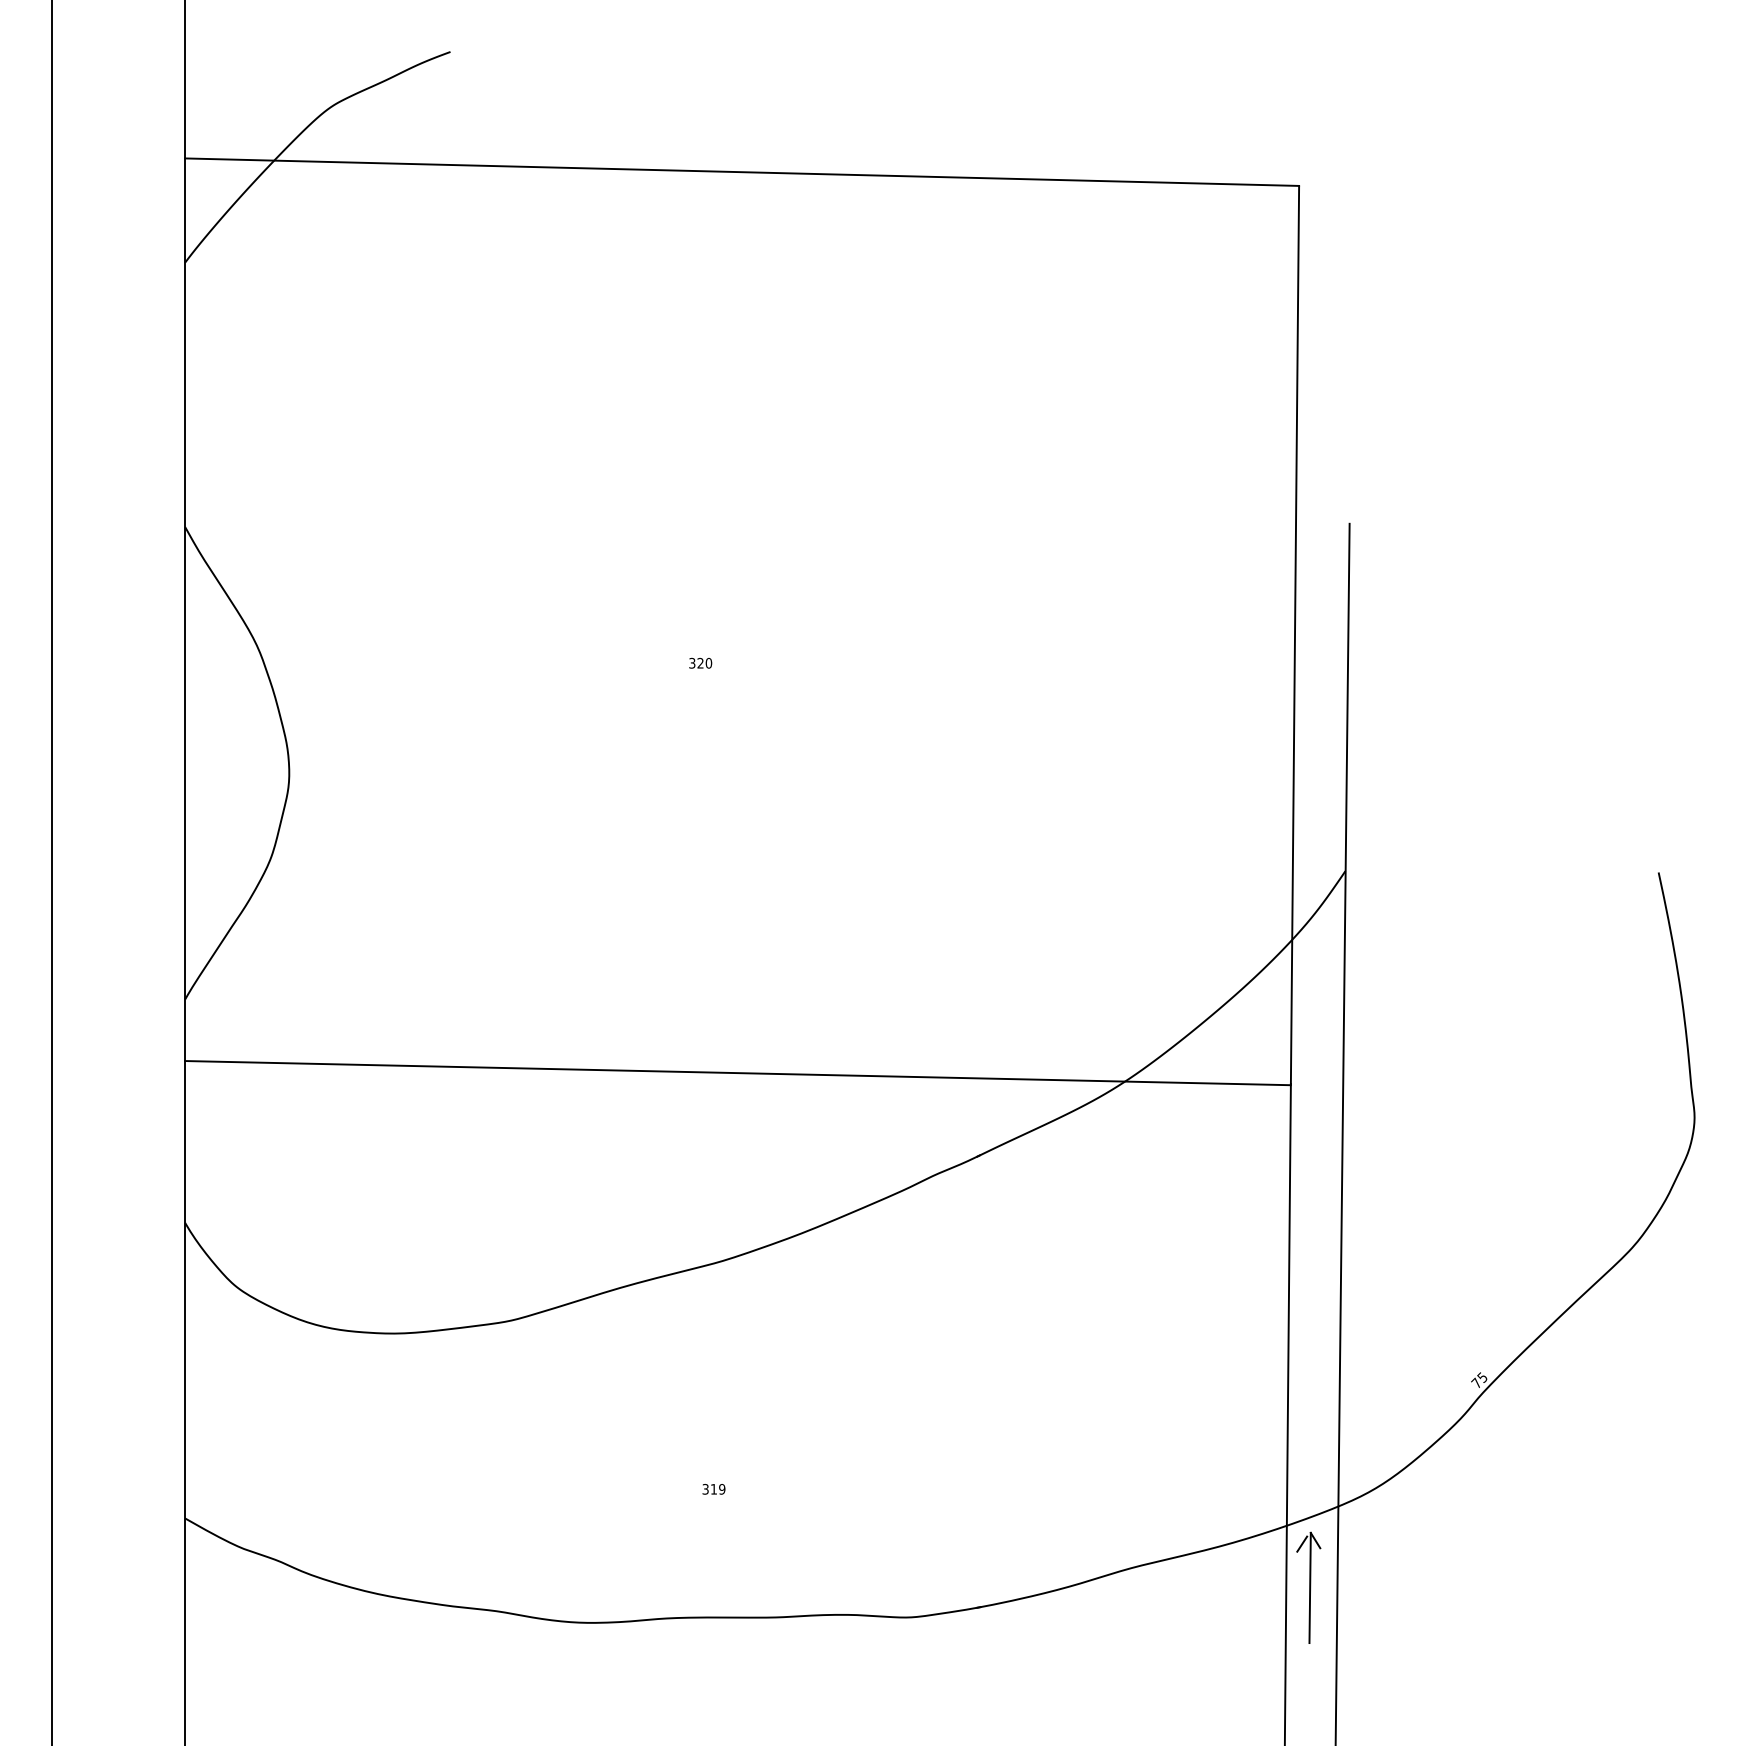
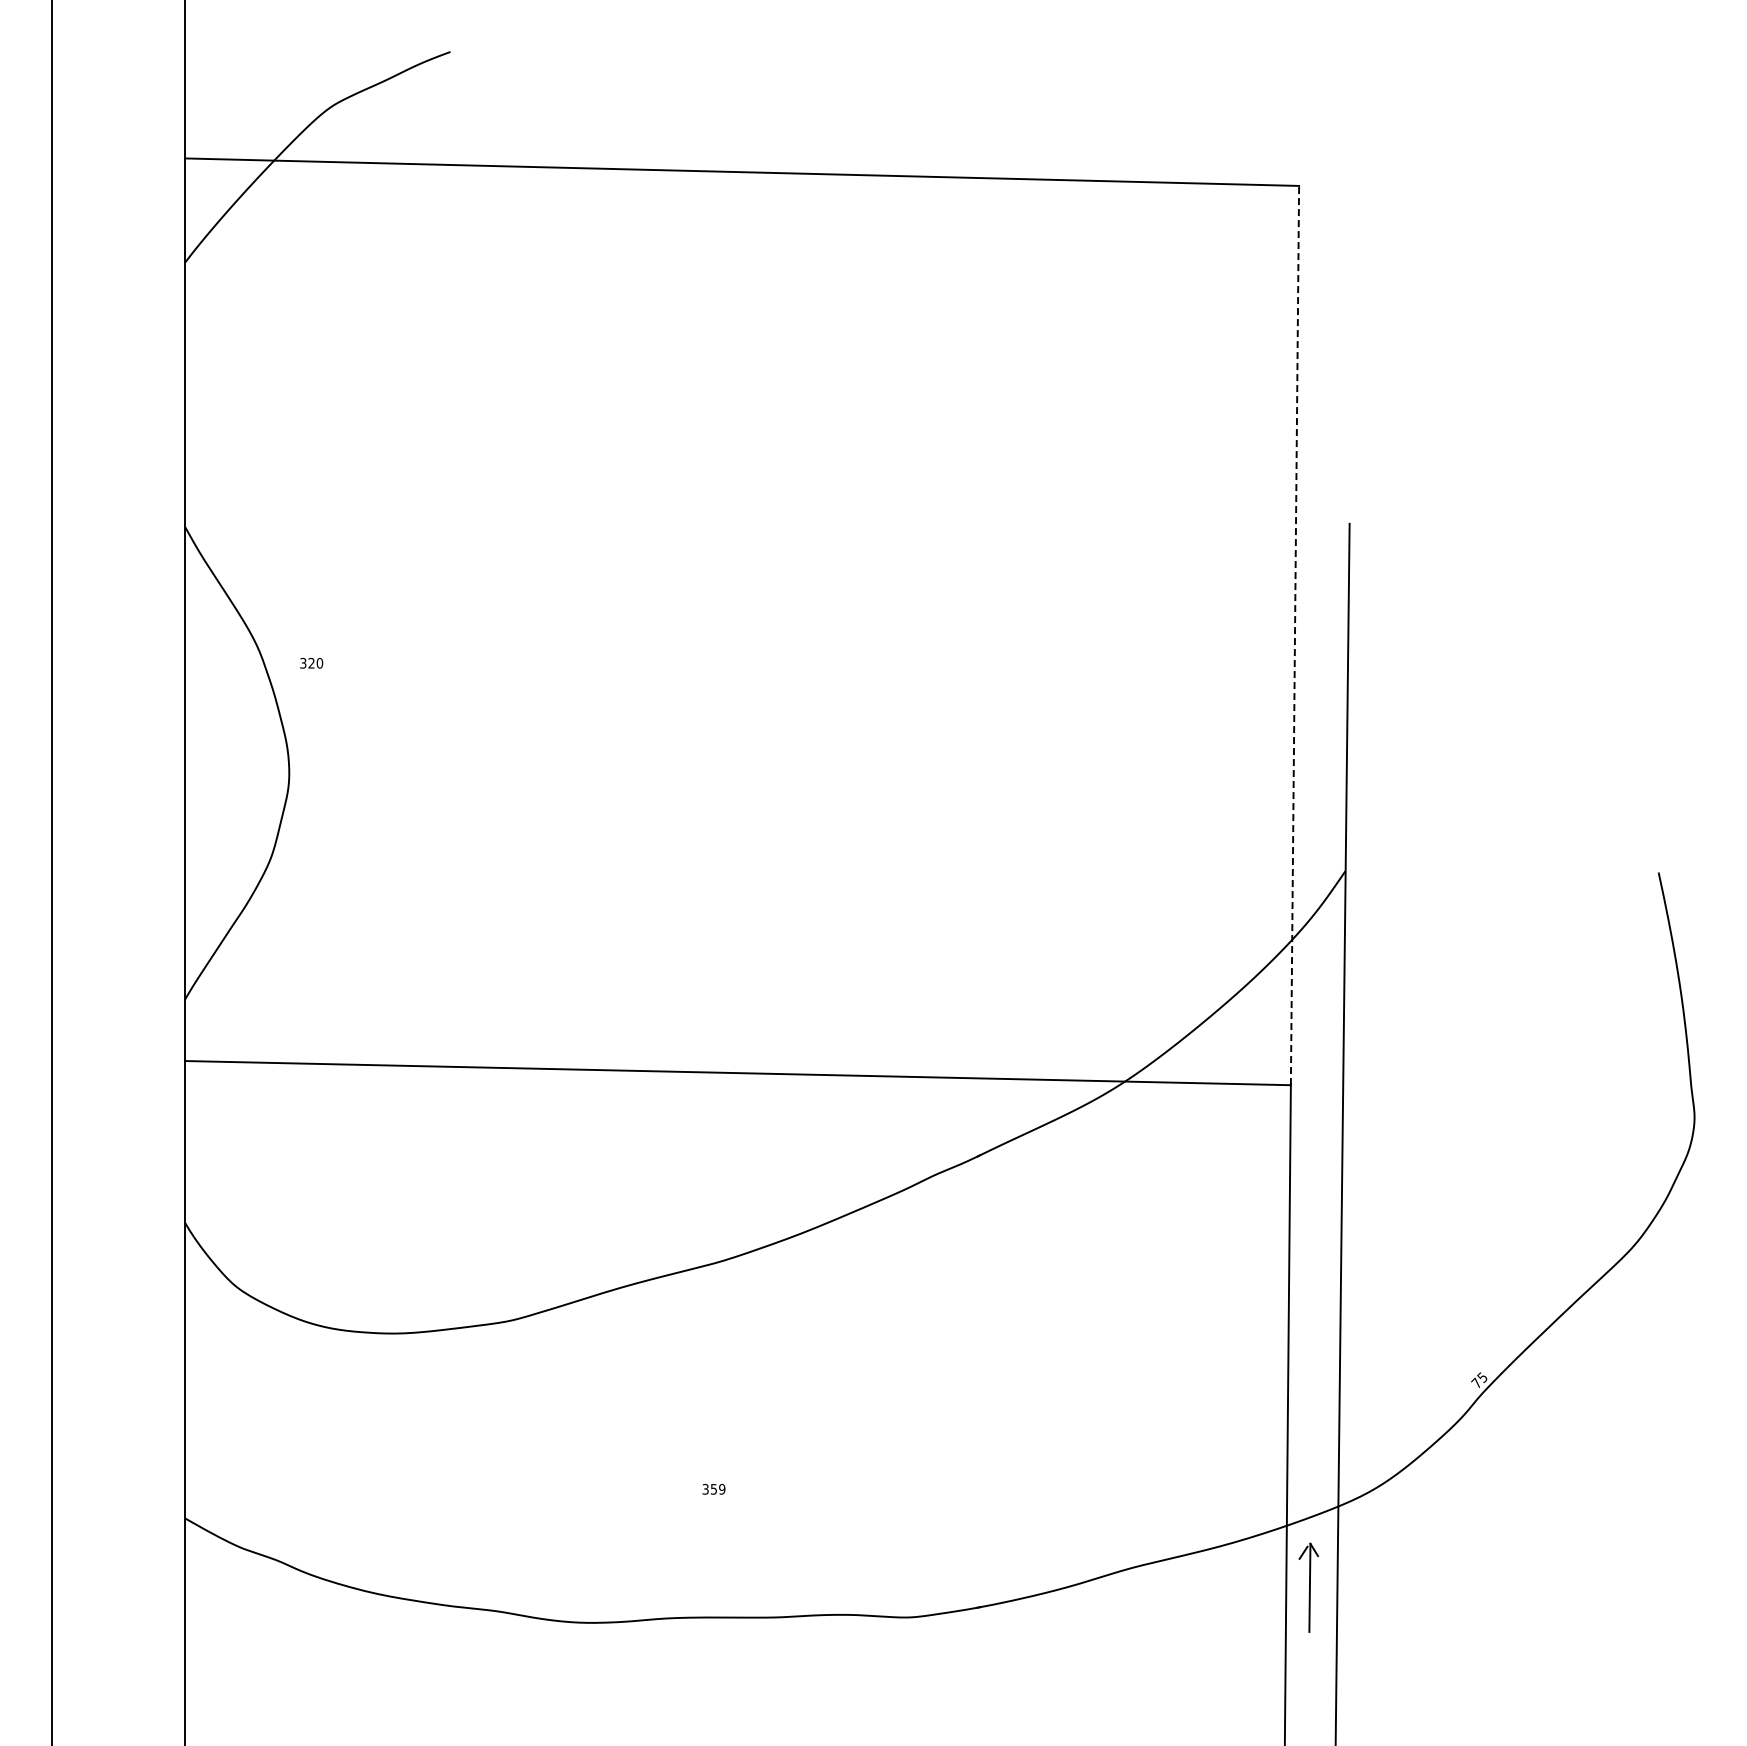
line at (1294, 636): solid -> dashed
text at (700, 662) position: (700, 662) -> (311, 662)
text at (713, 1489): 319 -> 359
part at (1308, 1587) size: 26x113 px -> 22x91 px
